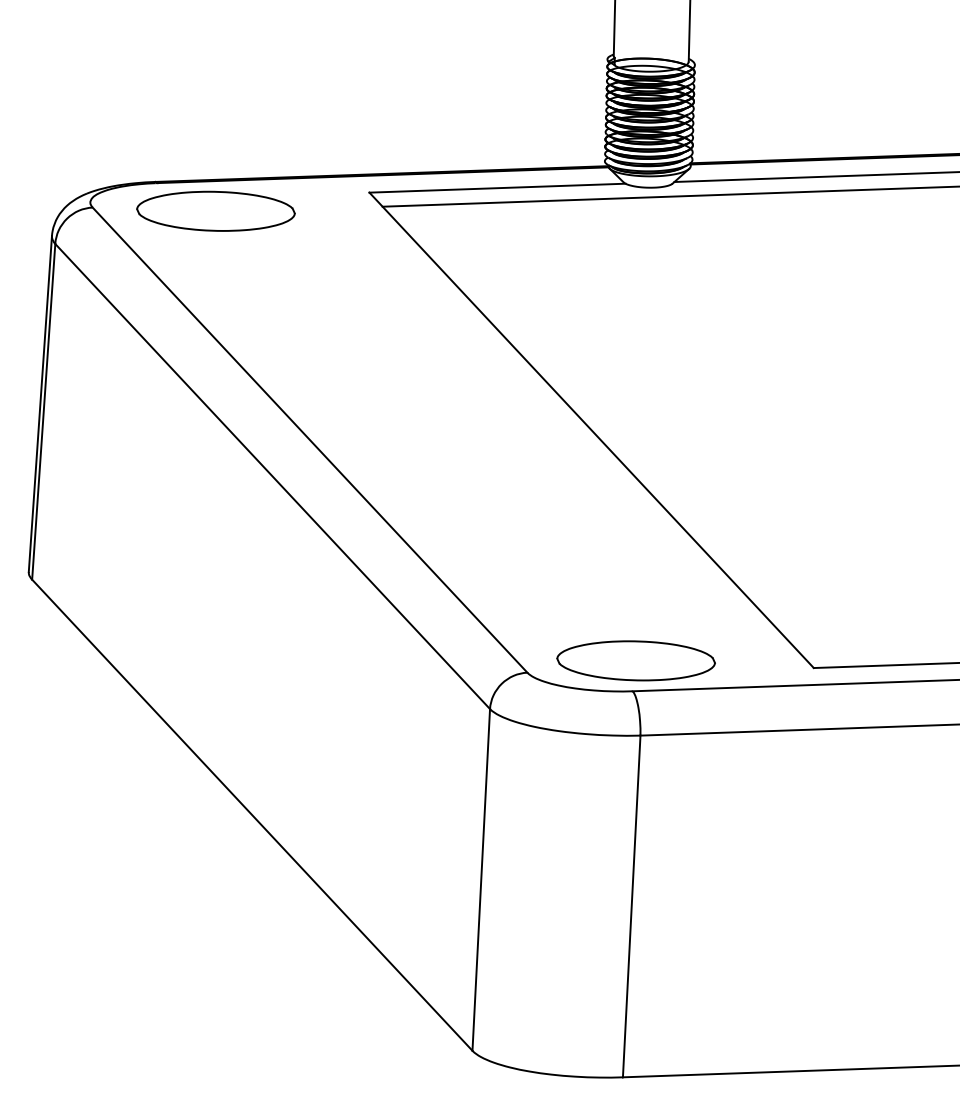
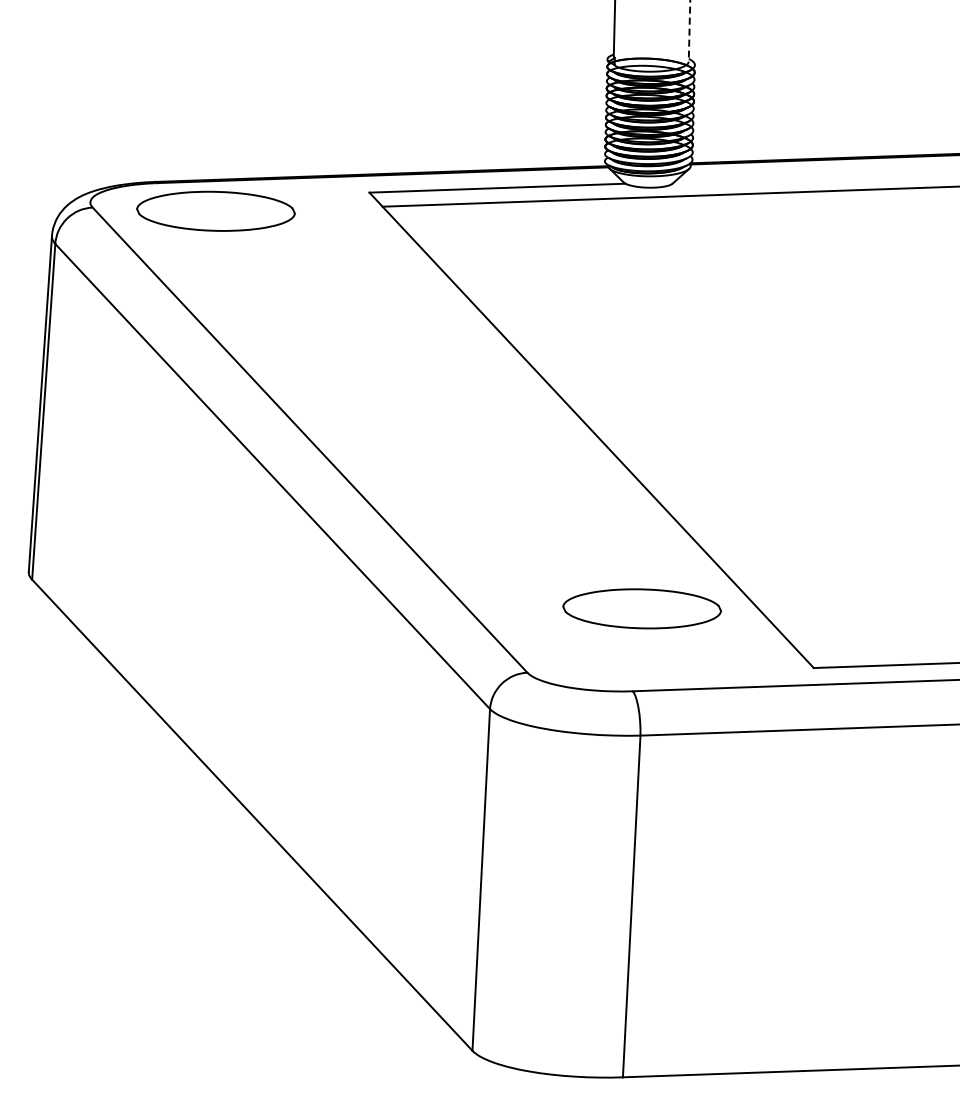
line at (689, 31): solid -> dashed
line at (815, 177): present -> none
part at (635, 660) position: (635, 660) -> (641, 608)
